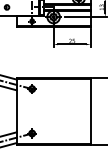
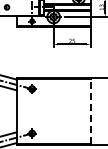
line at (90, 111): solid -> dashed
